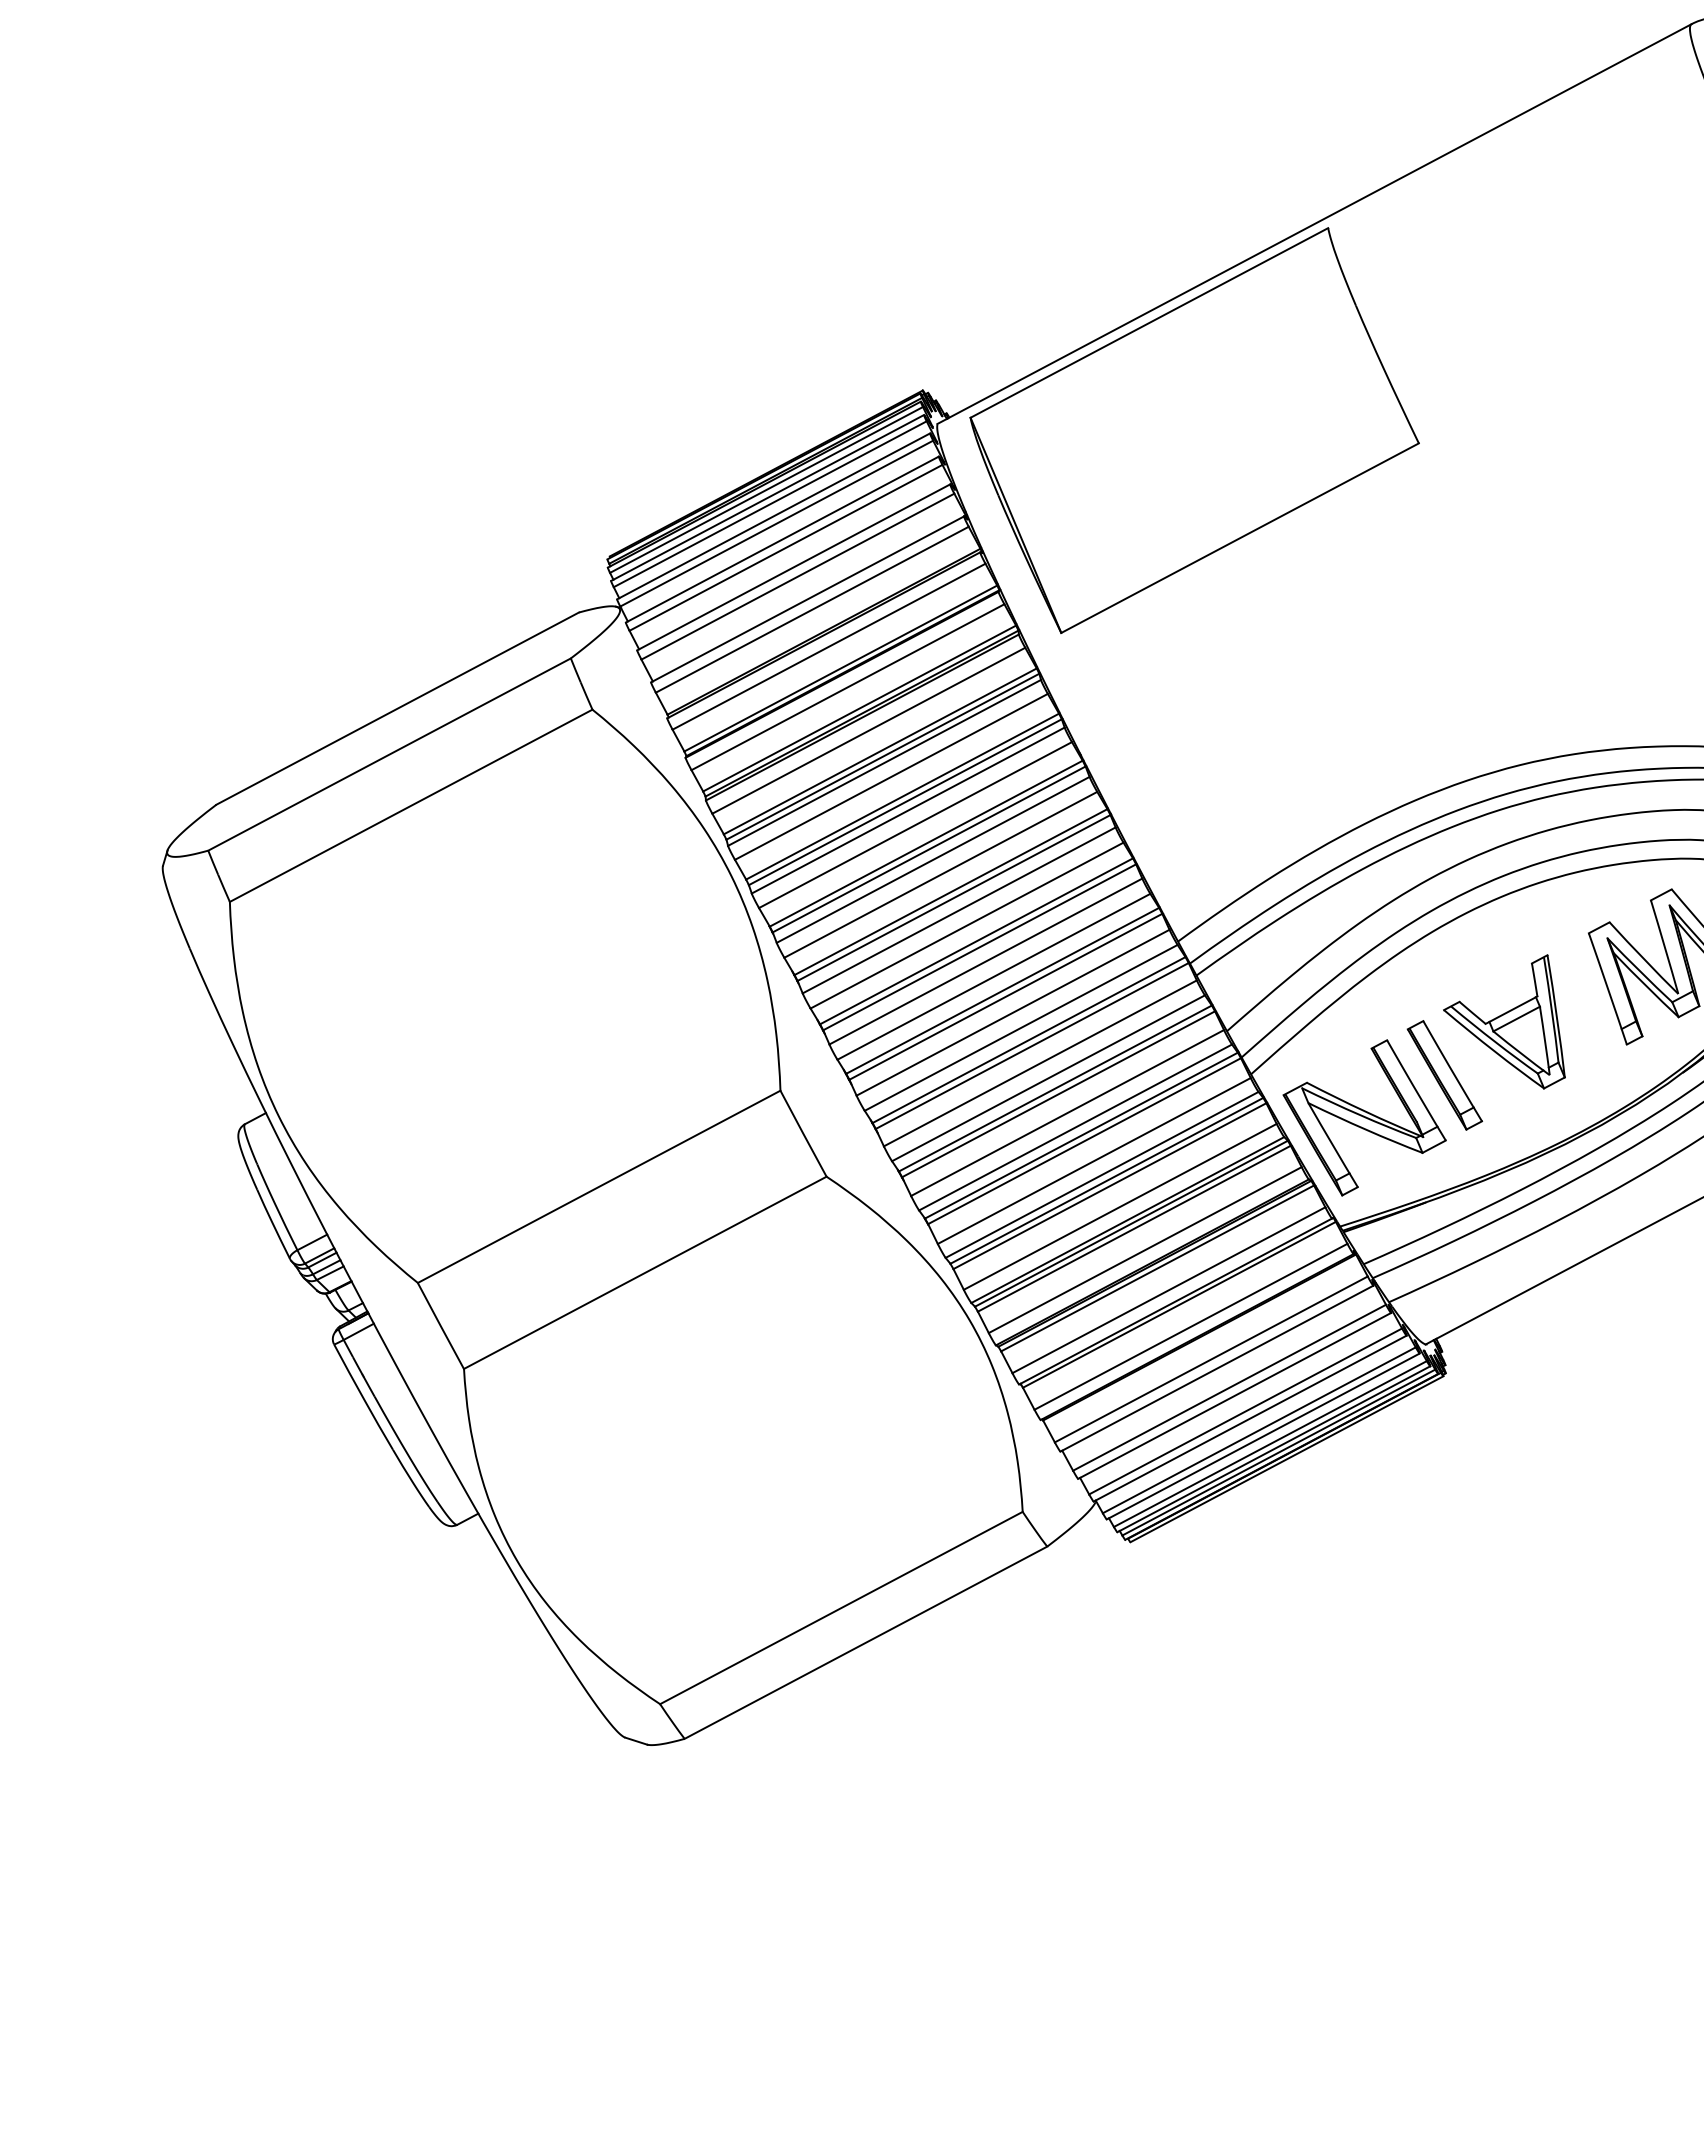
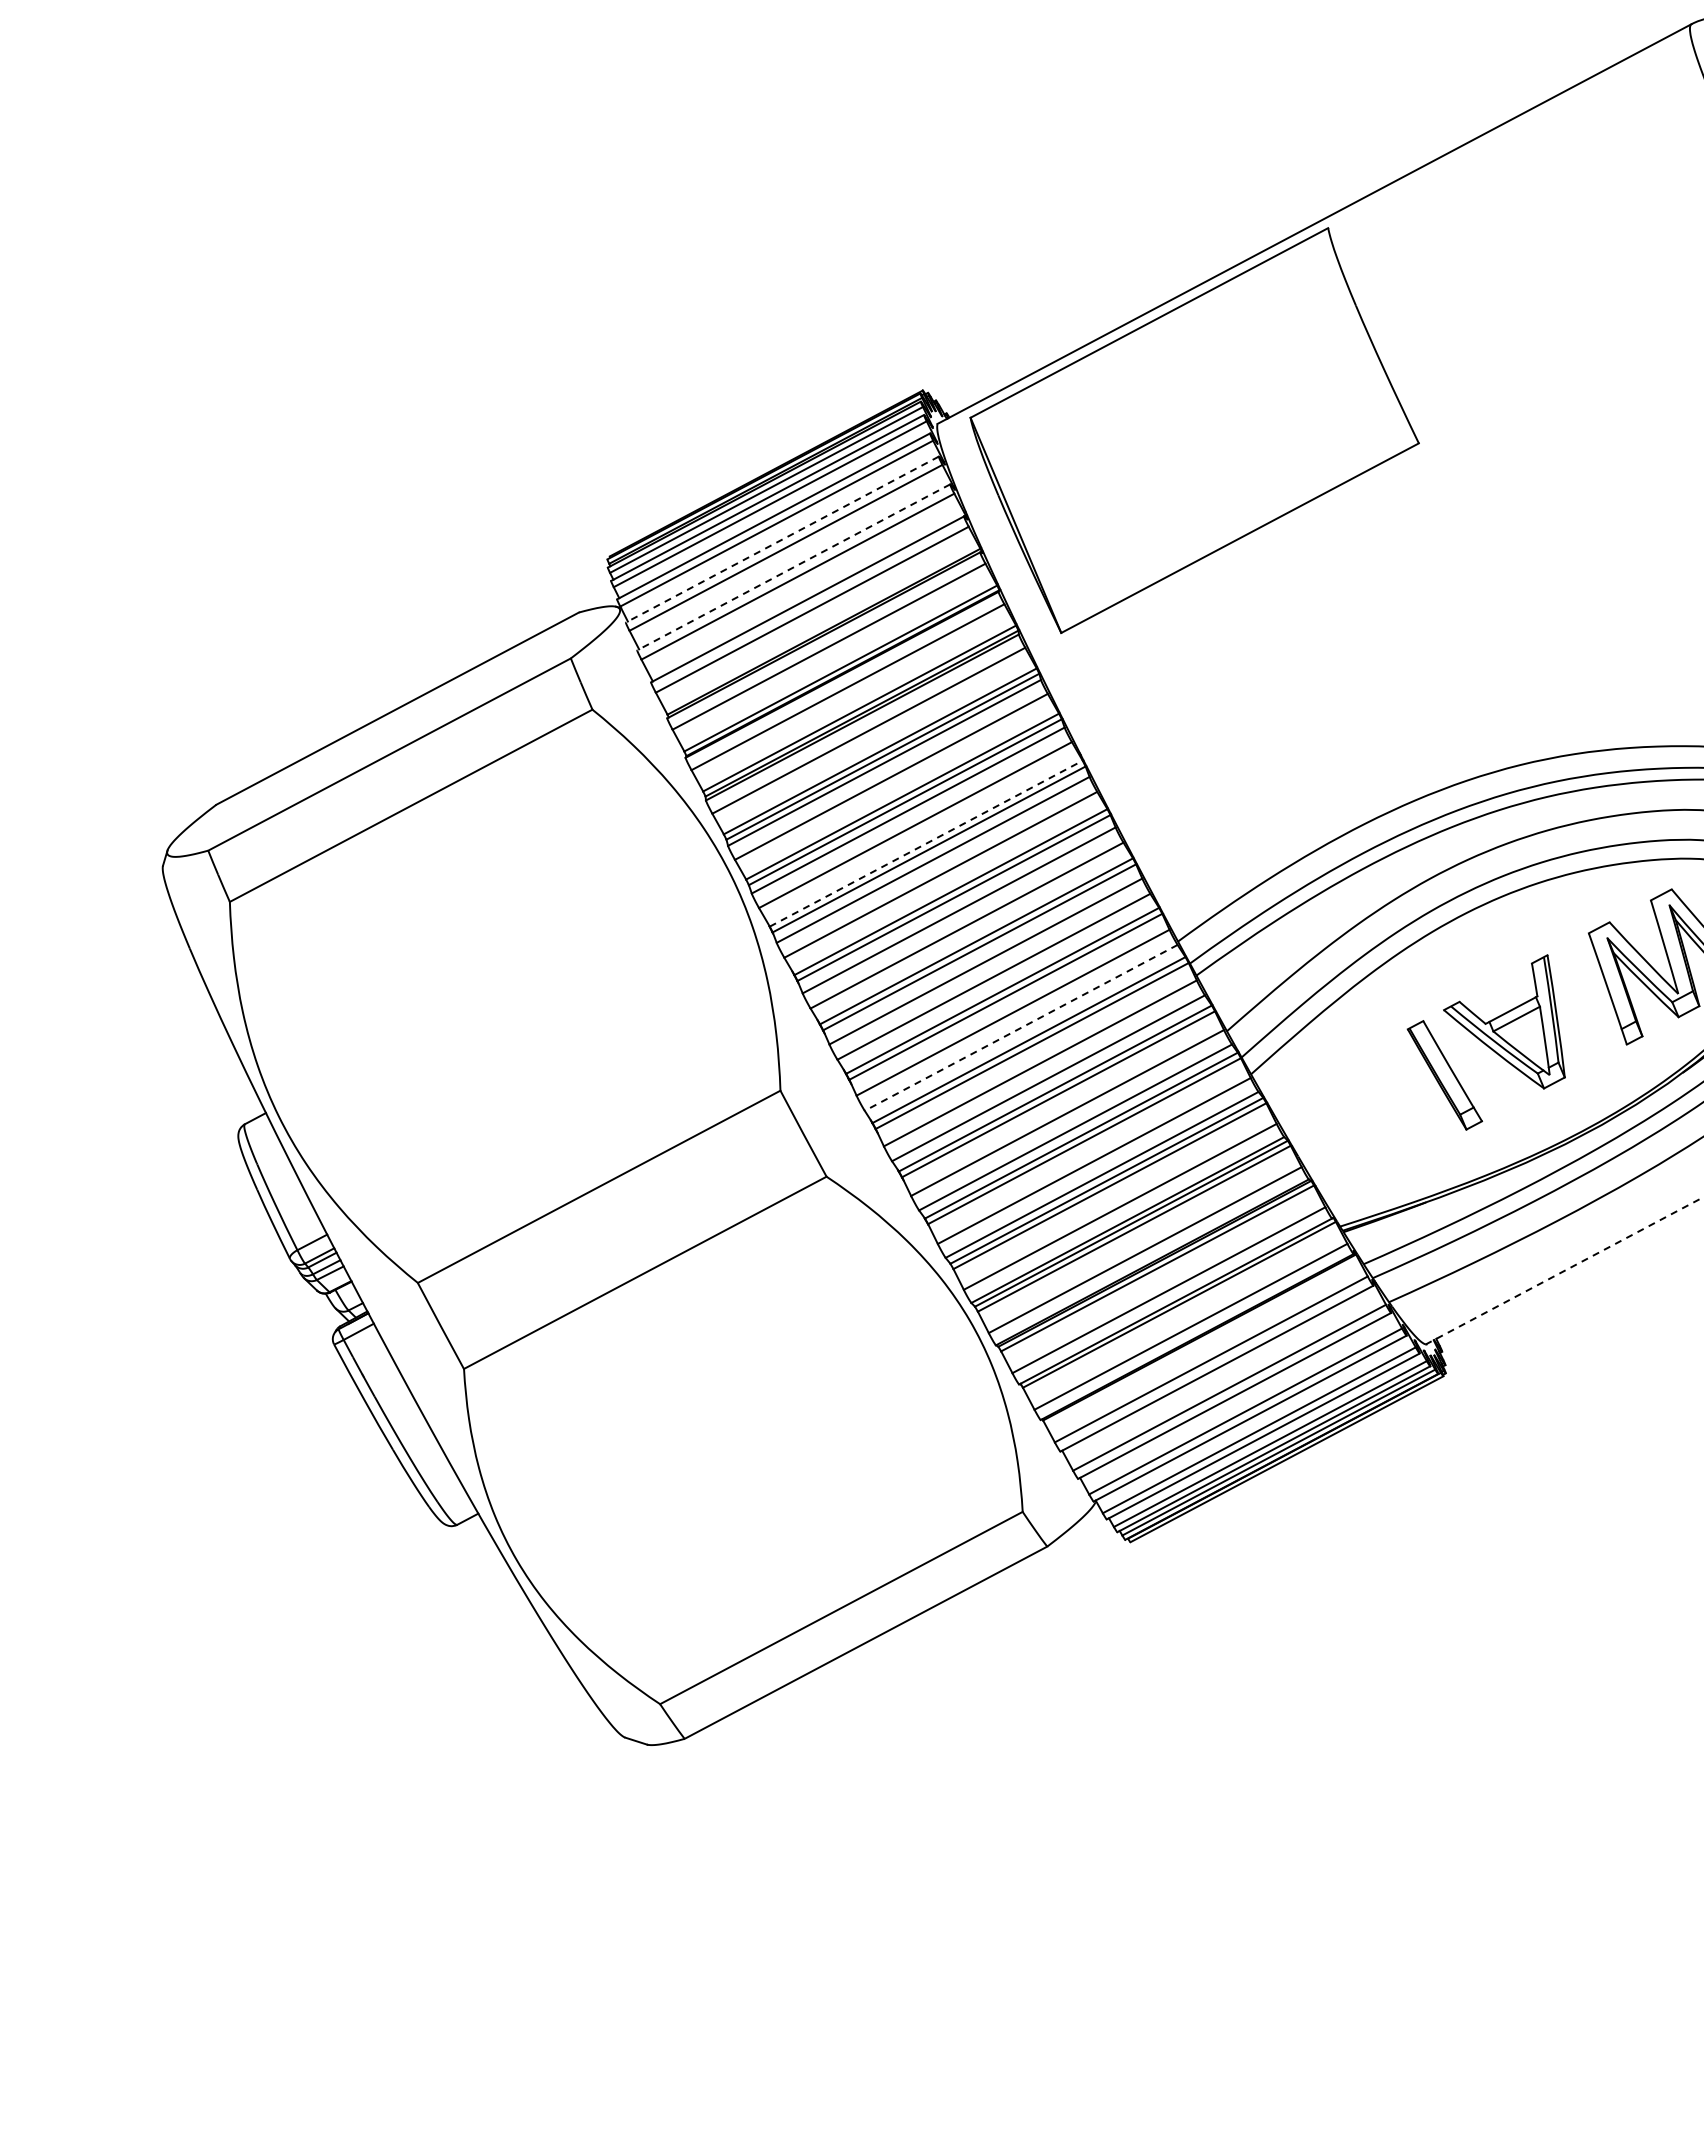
line at (781, 539): solid -> dashed
line at (793, 567): solid -> dashed
line at (926, 843): solid -> dashed
line at (1020, 1028): solid -> dashed
part at (1364, 1117): present -> none
line at (1564, 1270): solid -> dashed
